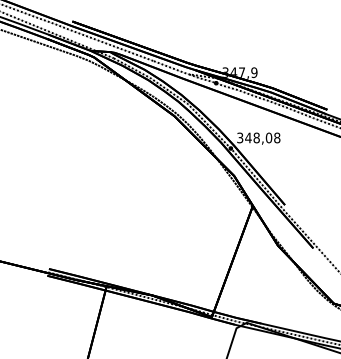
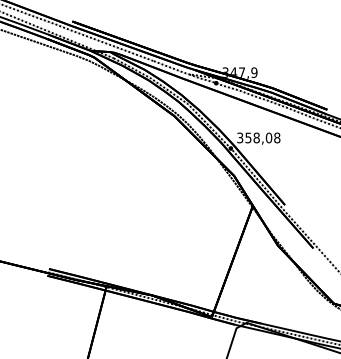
text at (248, 137): 348,08 -> 358,08
